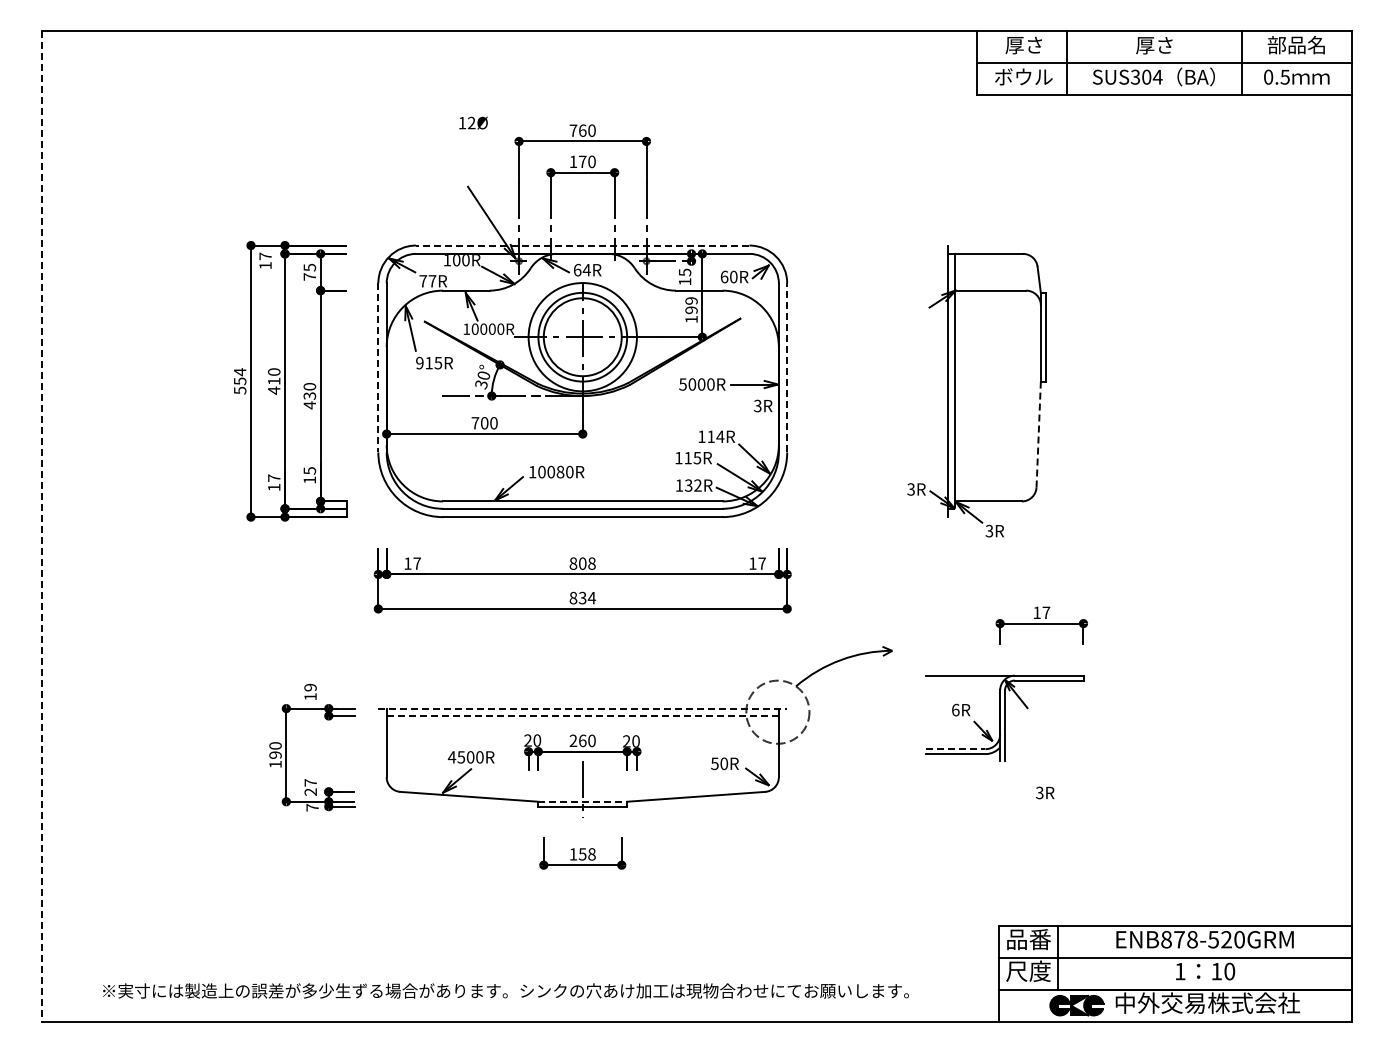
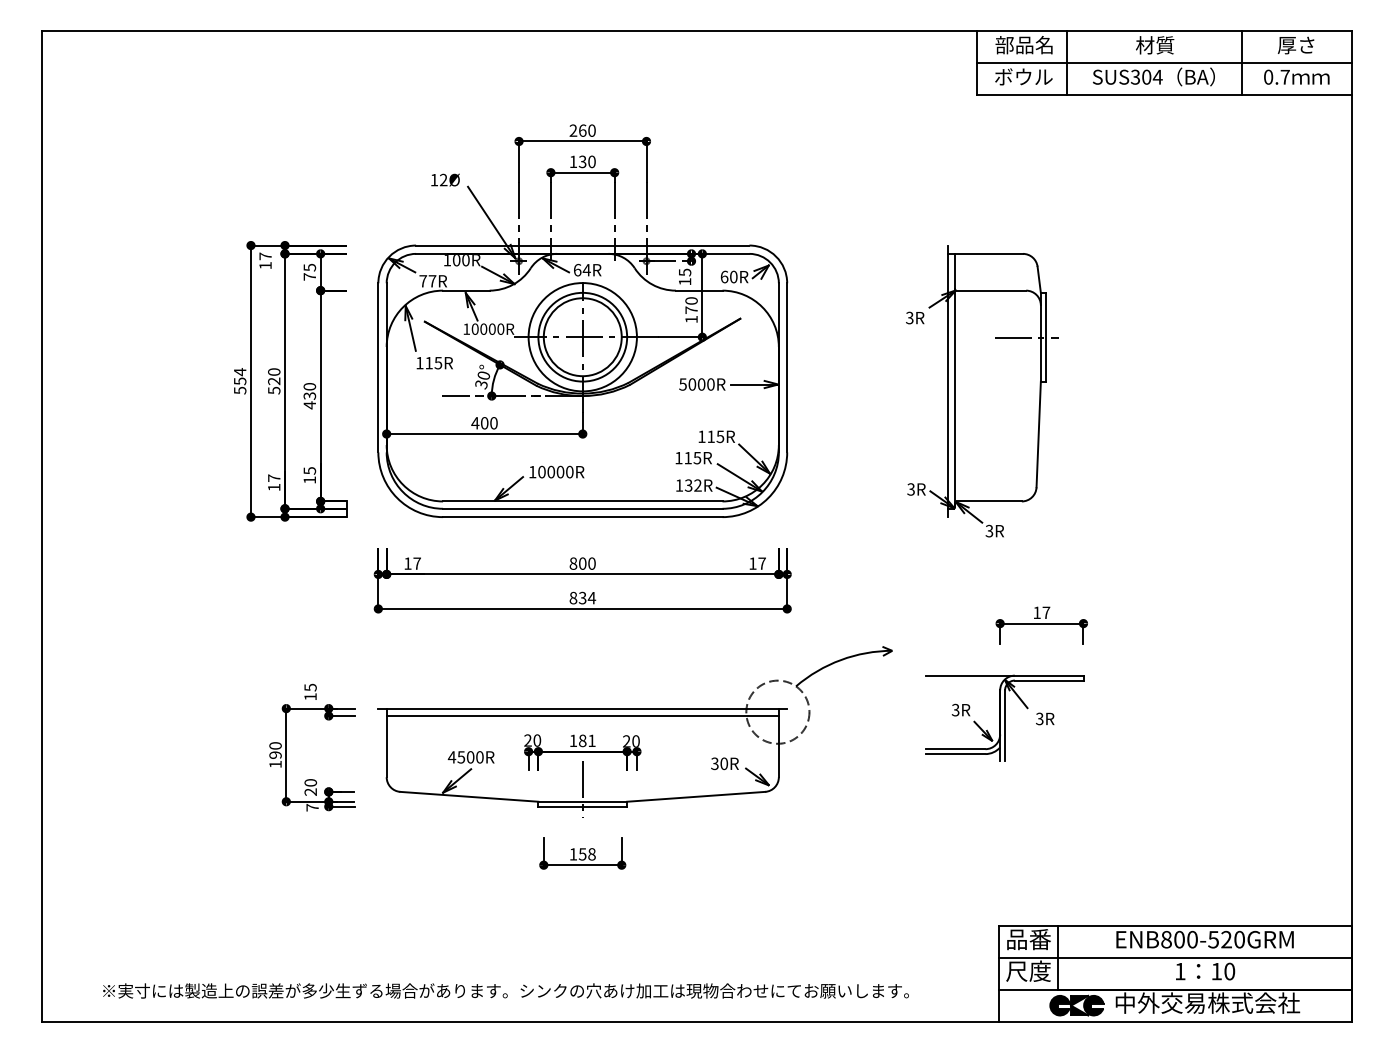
text at (1023, 45): 厚さ -> 部品名
text at (1155, 45): 厚さ -> 材質
text at (1295, 45): 部品名 -> 厚さ
text at (1284, 77): 0.5 -> 0.7
text at (473, 122) position: (473, 122) -> (445, 179)
text at (573, 130): 760 -> 260
text at (582, 161): 170 -> 130
line at (582, 245): dashed -> solid
text at (691, 305): 199 -> 170
line at (1026, 338): none -> present
text at (419, 362): 915R -> 115R
line at (378, 367): dashed -> solid
line at (787, 367): dashed -> solid
text at (274, 385): 410 -> 520
text at (763, 405) position: (763, 405) -> (915, 317)
text at (475, 423): 700 -> 400
line at (1038, 434): dashed -> solid
text at (720, 436): 114R -> 115R
text at (560, 472): 10080R -> 10000R
line at (41, 526): dashed -> solid
text at (591, 563): 808 -> 800
text at (310, 687): 19 -> 15
line at (583, 708): dashed -> solid
text at (955, 709): 6R -> 3R
line at (583, 715): dashed -> solid
text at (582, 740): 260 -> 181
line at (955, 749): dashed -> solid
text at (714, 763): 50R -> 30R
text at (310, 782): 27 -> 20
text at (1045, 792) position: (1045, 792) -> (1045, 718)
line at (583, 801): dashed -> solid
text at (1185, 939): ENB878-520GRM -> ENB800-520GRM
